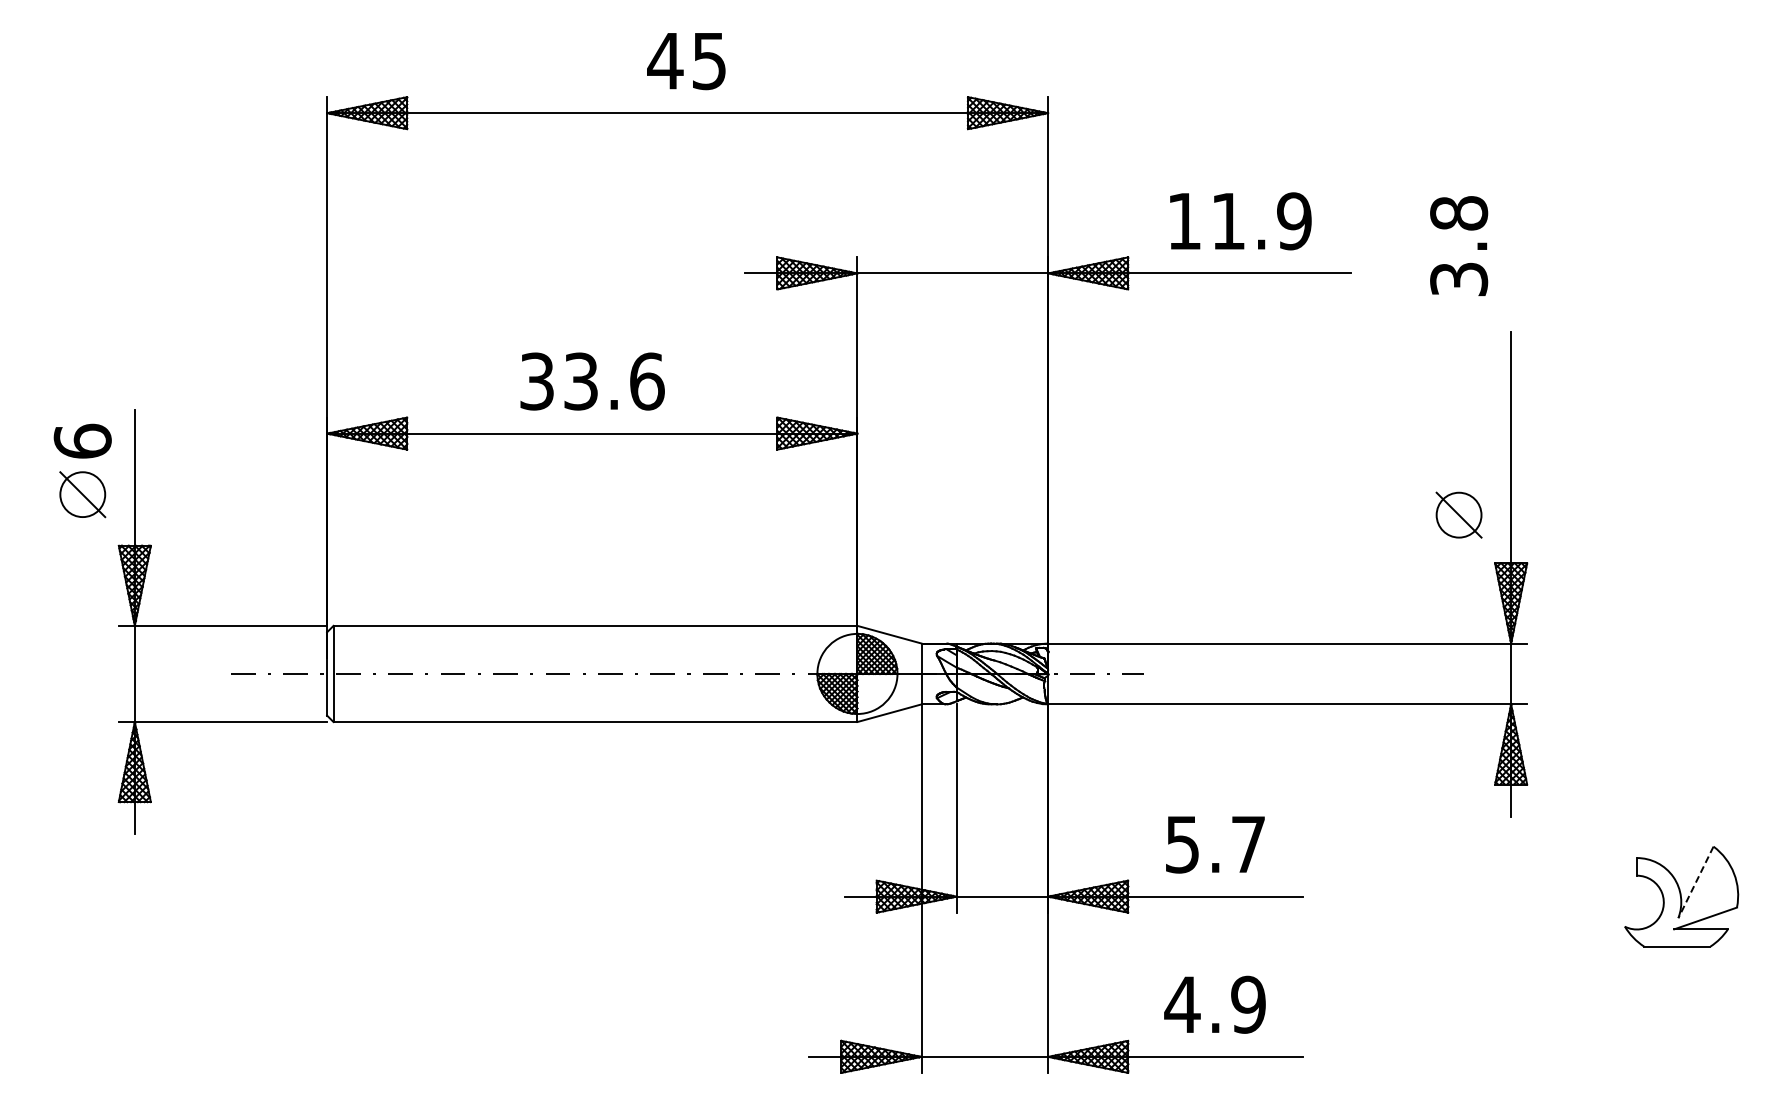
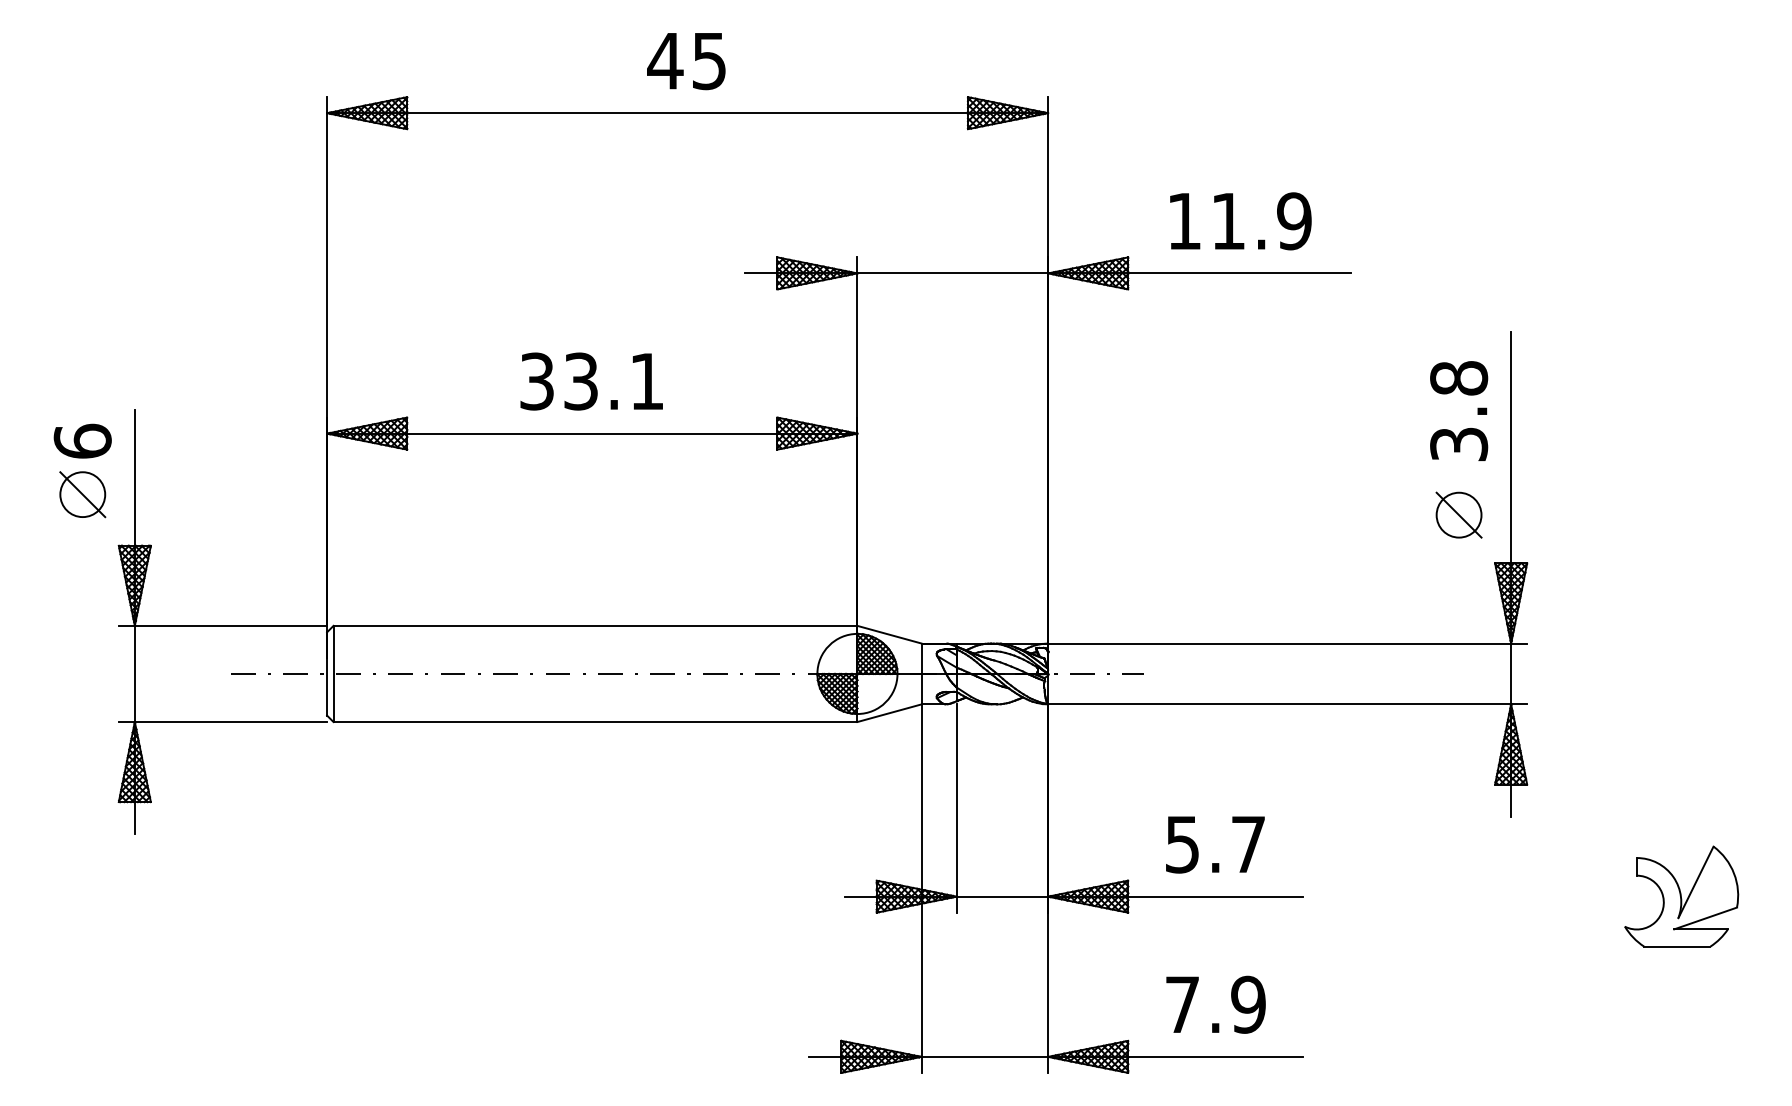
text at (1459, 245) position: (1459, 245) -> (1459, 410)
text at (647, 381): 33.6 -> 33.1
line at (1695, 882): dashed -> solid
text at (1182, 1004): 4.9 -> 7.9
